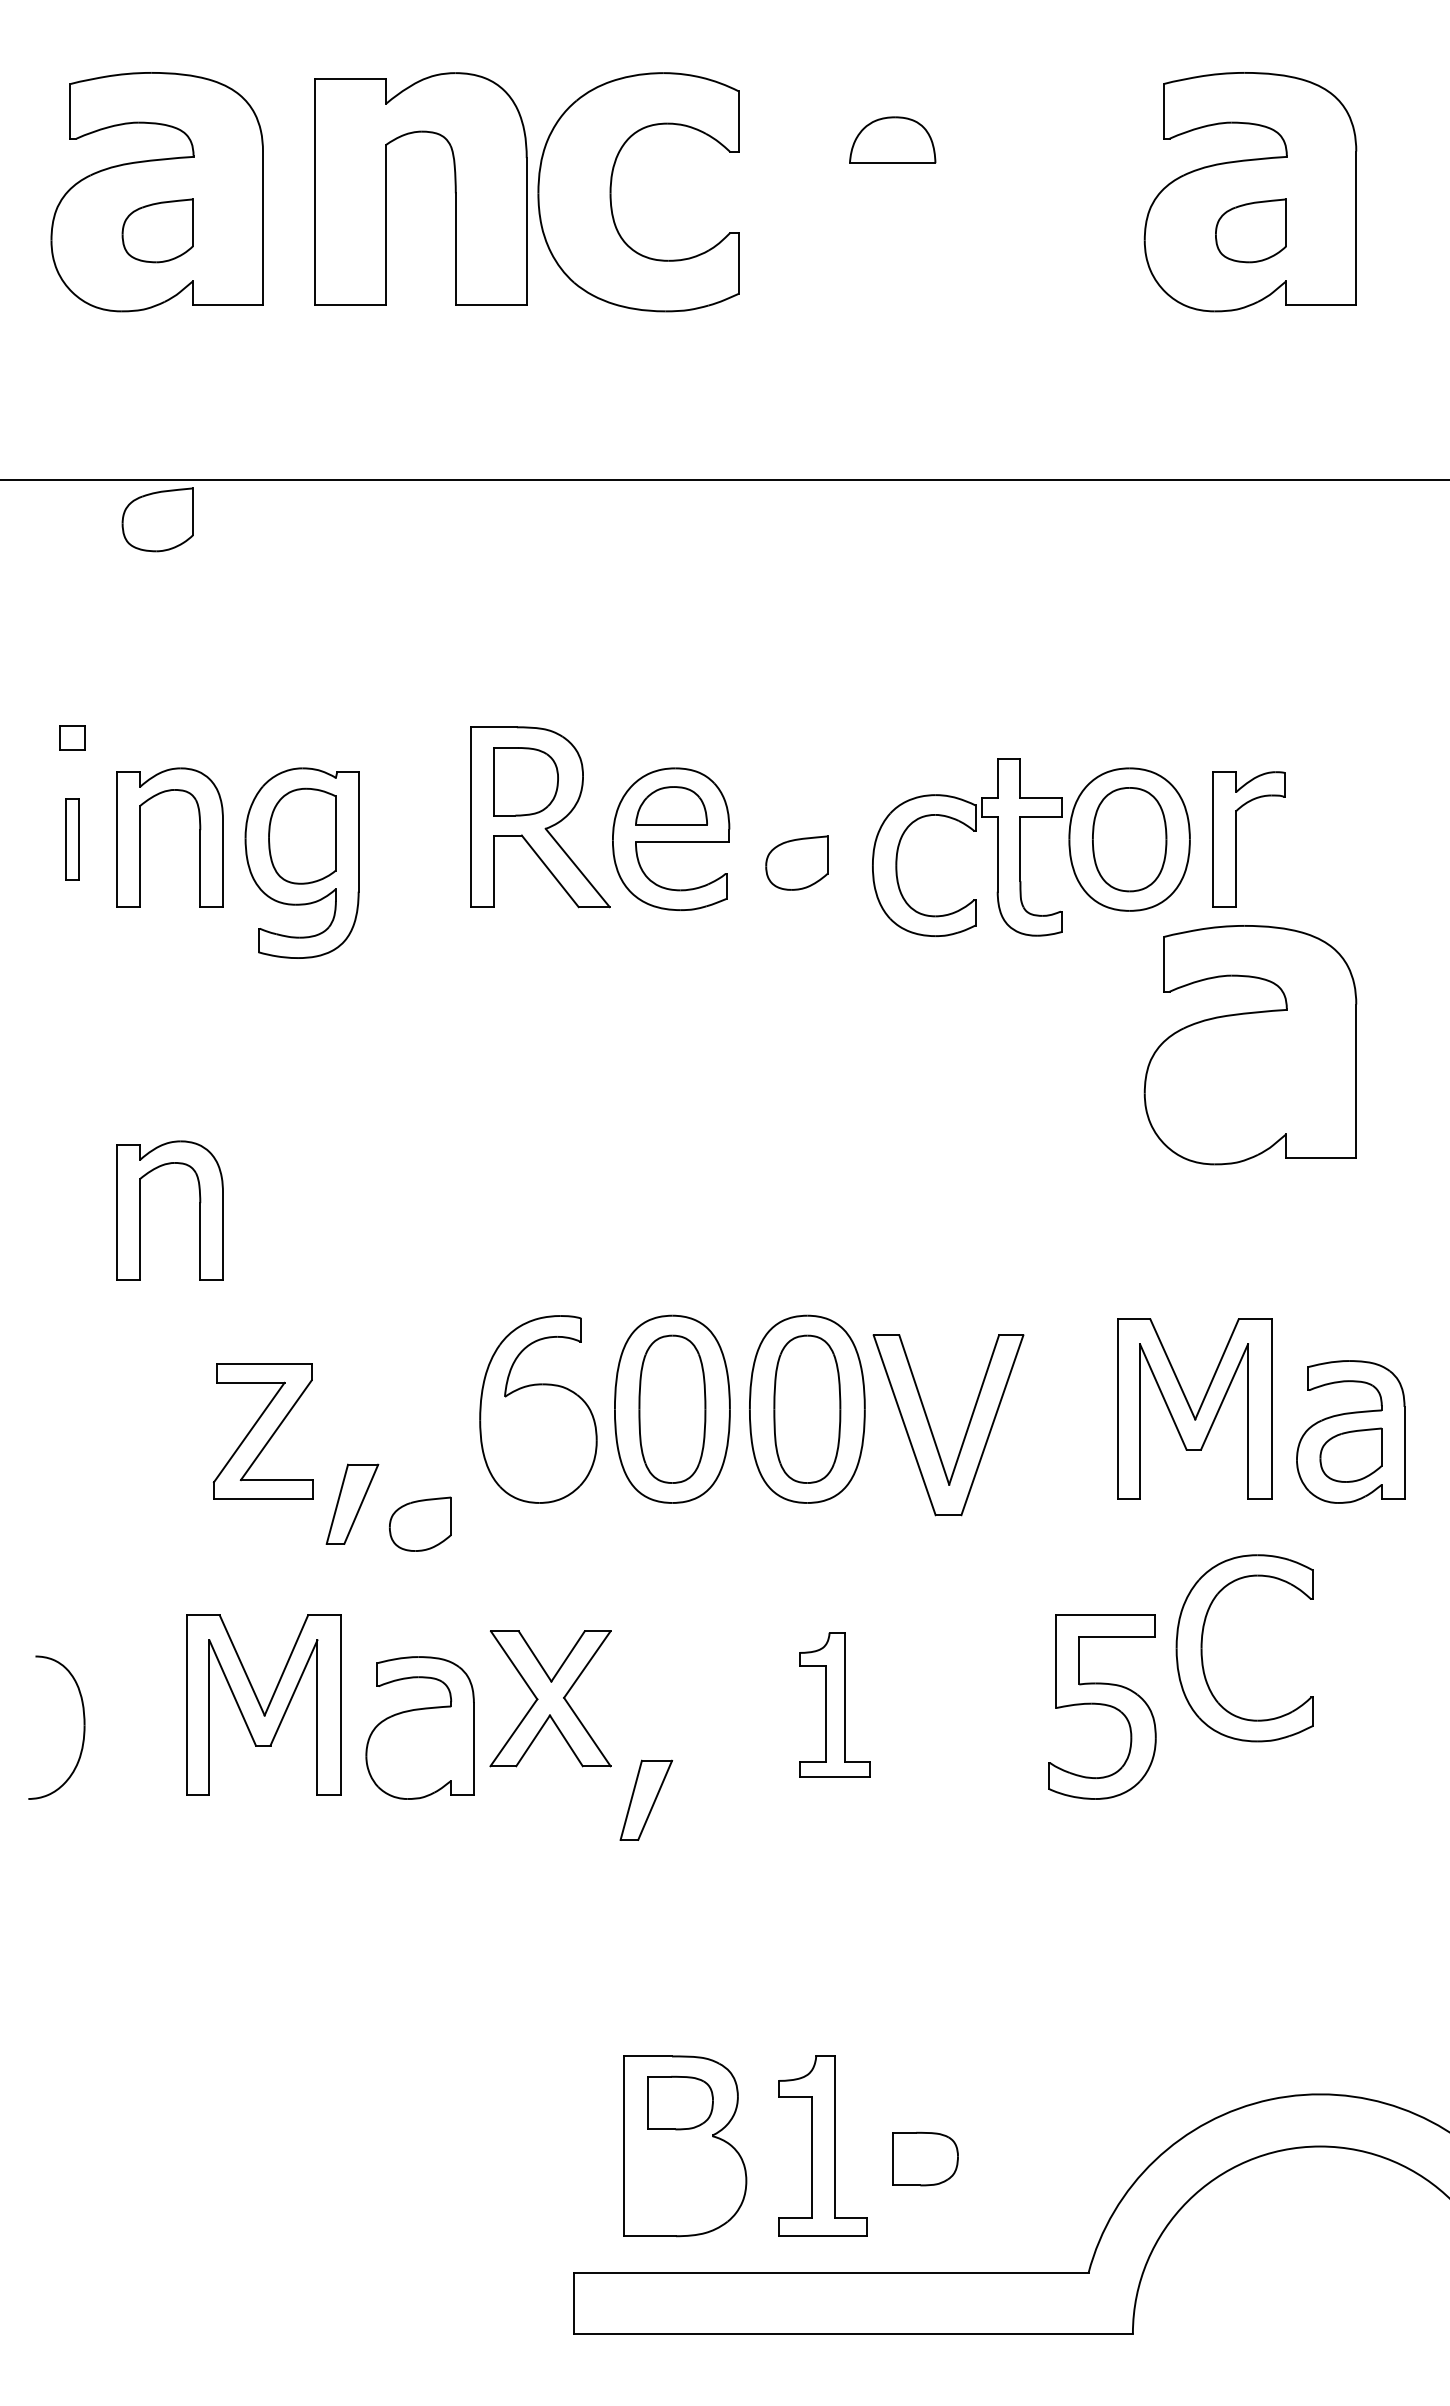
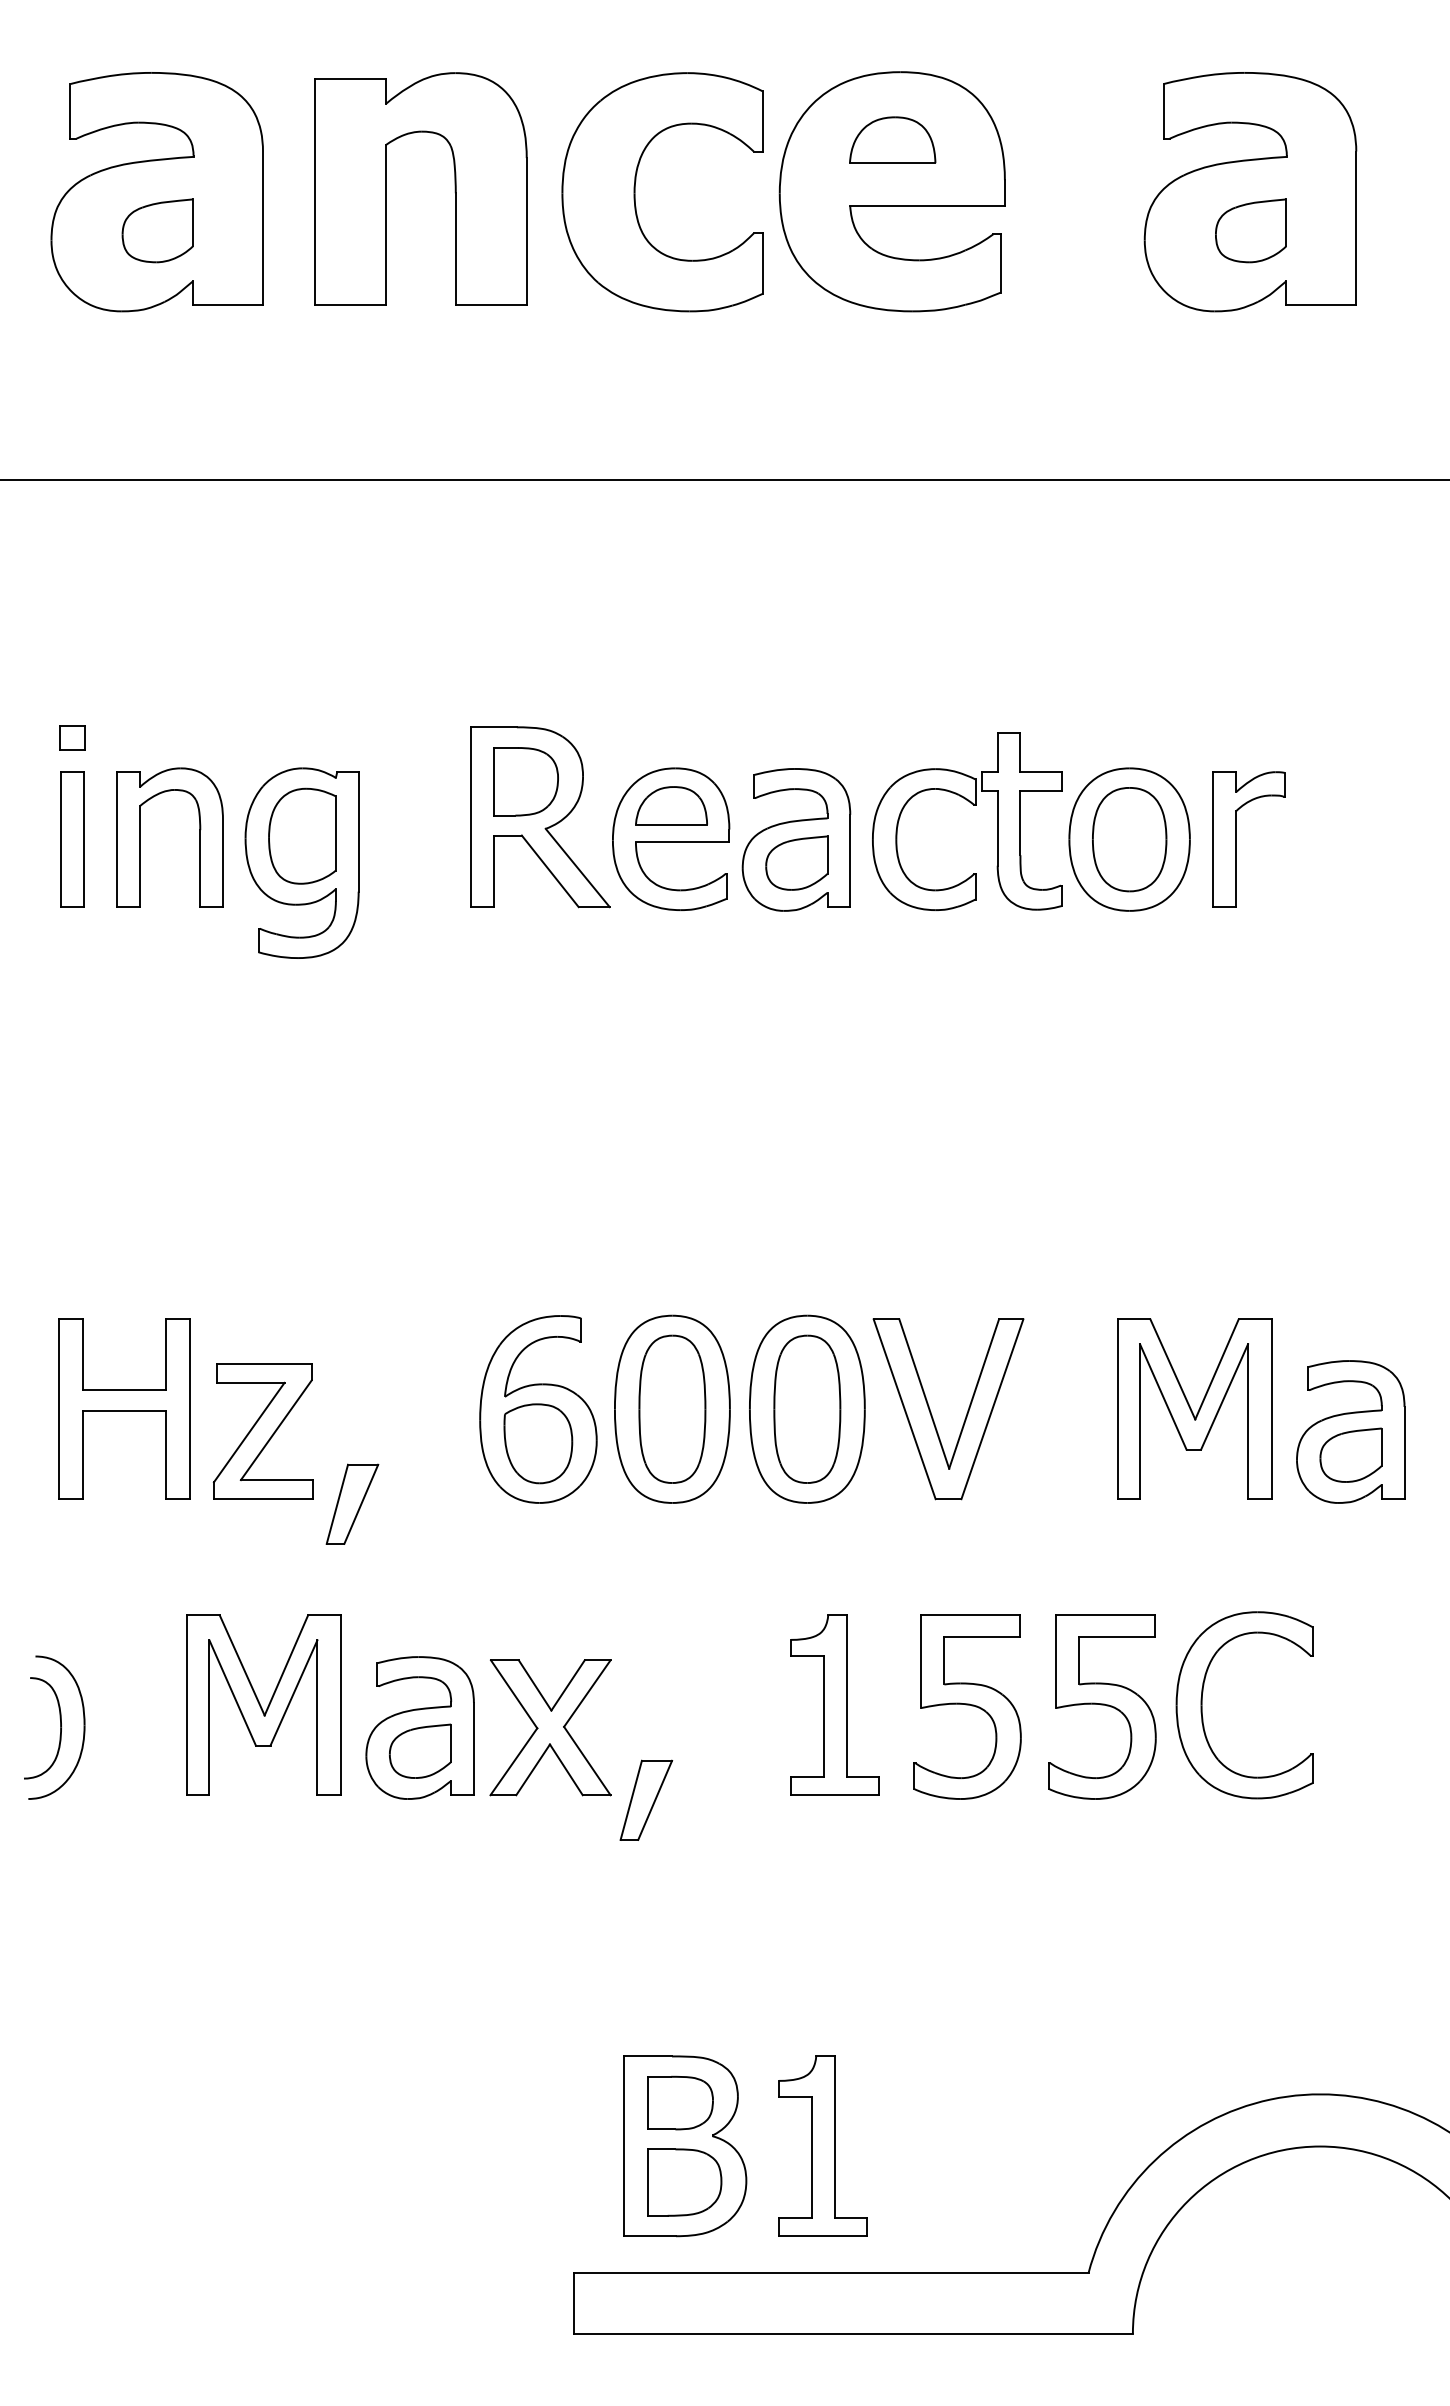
part at (891, 191): none -> present
part at (611, 192) position: (611, 192) -> (635, 192)
part at (157, 519): present -> none
part at (973, 831) position: (973, 831) -> (973, 805)
part at (72, 839) size: 15x83 px -> 25x137 px
part at (796, 839): none -> present
part at (1250, 1045): present -> none
part at (140, 1210): present -> none
part at (124, 1408): none -> present
part at (932, 1430) position: (932, 1430) -> (932, 1414)
part at (538, 1443): none -> present
part at (420, 1523) position: (420, 1523) -> (420, 1750)
part at (1202, 1648) position: (1202, 1648) -> (1202, 1705)
part at (550, 1698) position: (550, 1698) -> (550, 1727)
part at (834, 1704) size: 72x146 px -> 90x182 px
part at (967, 1706): none -> present
part at (60, 1728): none -> present
part at (925, 2158): present -> none
part at (684, 2182): none -> present
